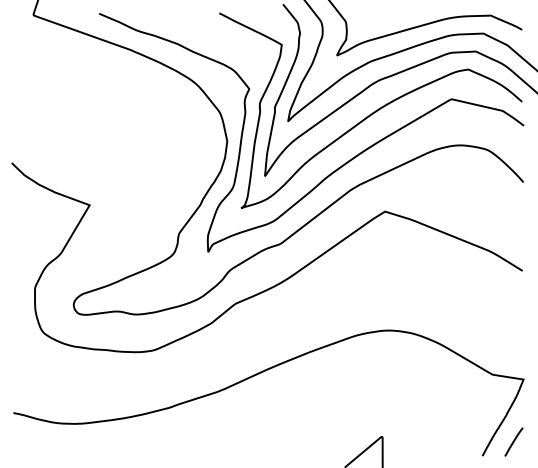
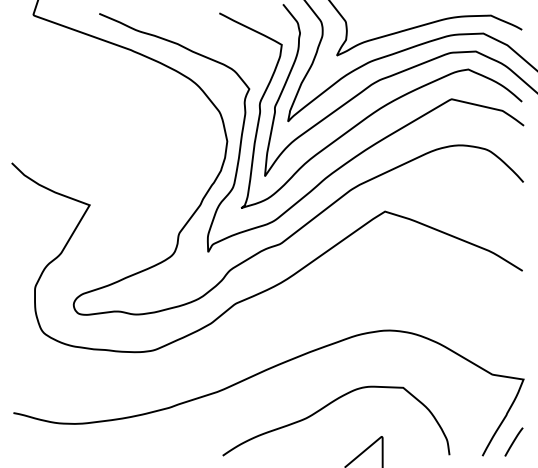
curve at (327, 406): none -> present
